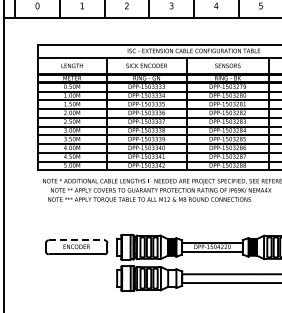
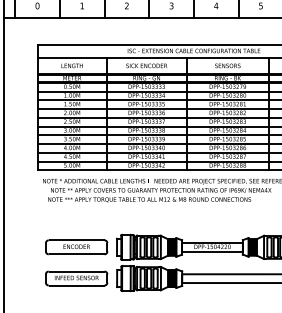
line at (76, 240): dashed -> solid
part at (76, 278): none -> present
hatch at (172, 278): none -> present
